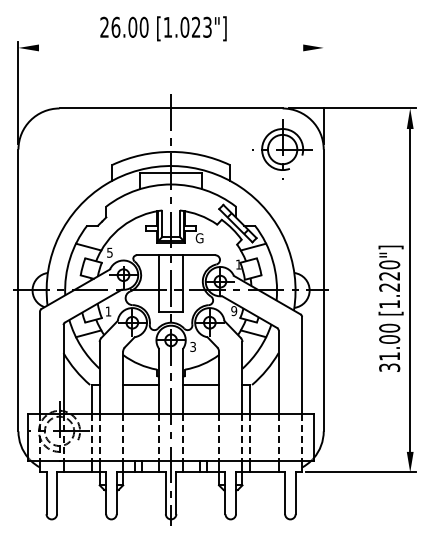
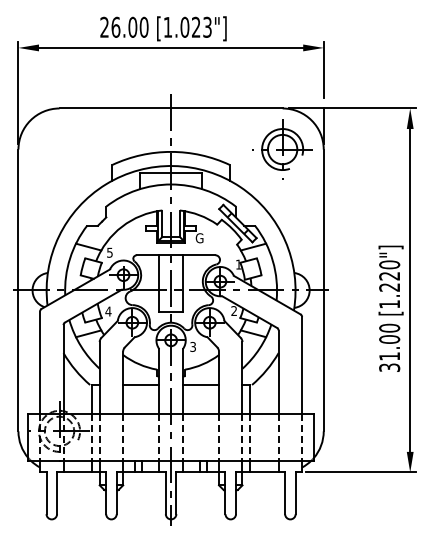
line at (171, 47): none -> present
line at (323, 70): none -> present
text at (108, 311): 1 -> 4
text at (234, 311): 9 -> 2
